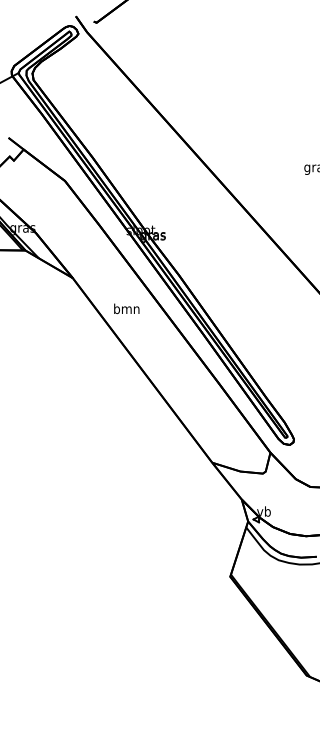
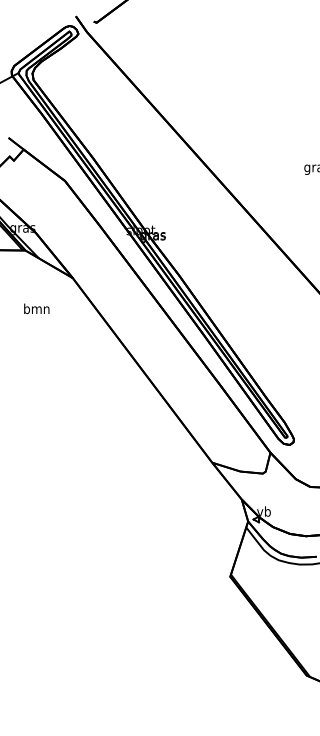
text at (126, 308) position: (126, 308) -> (36, 308)
